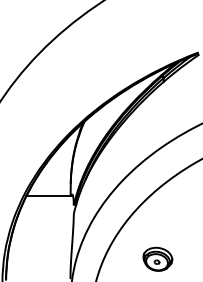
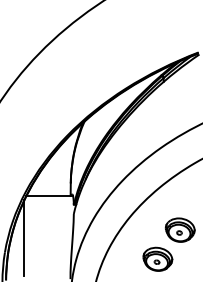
part at (179, 229): none -> present
line at (24, 238): none -> present
